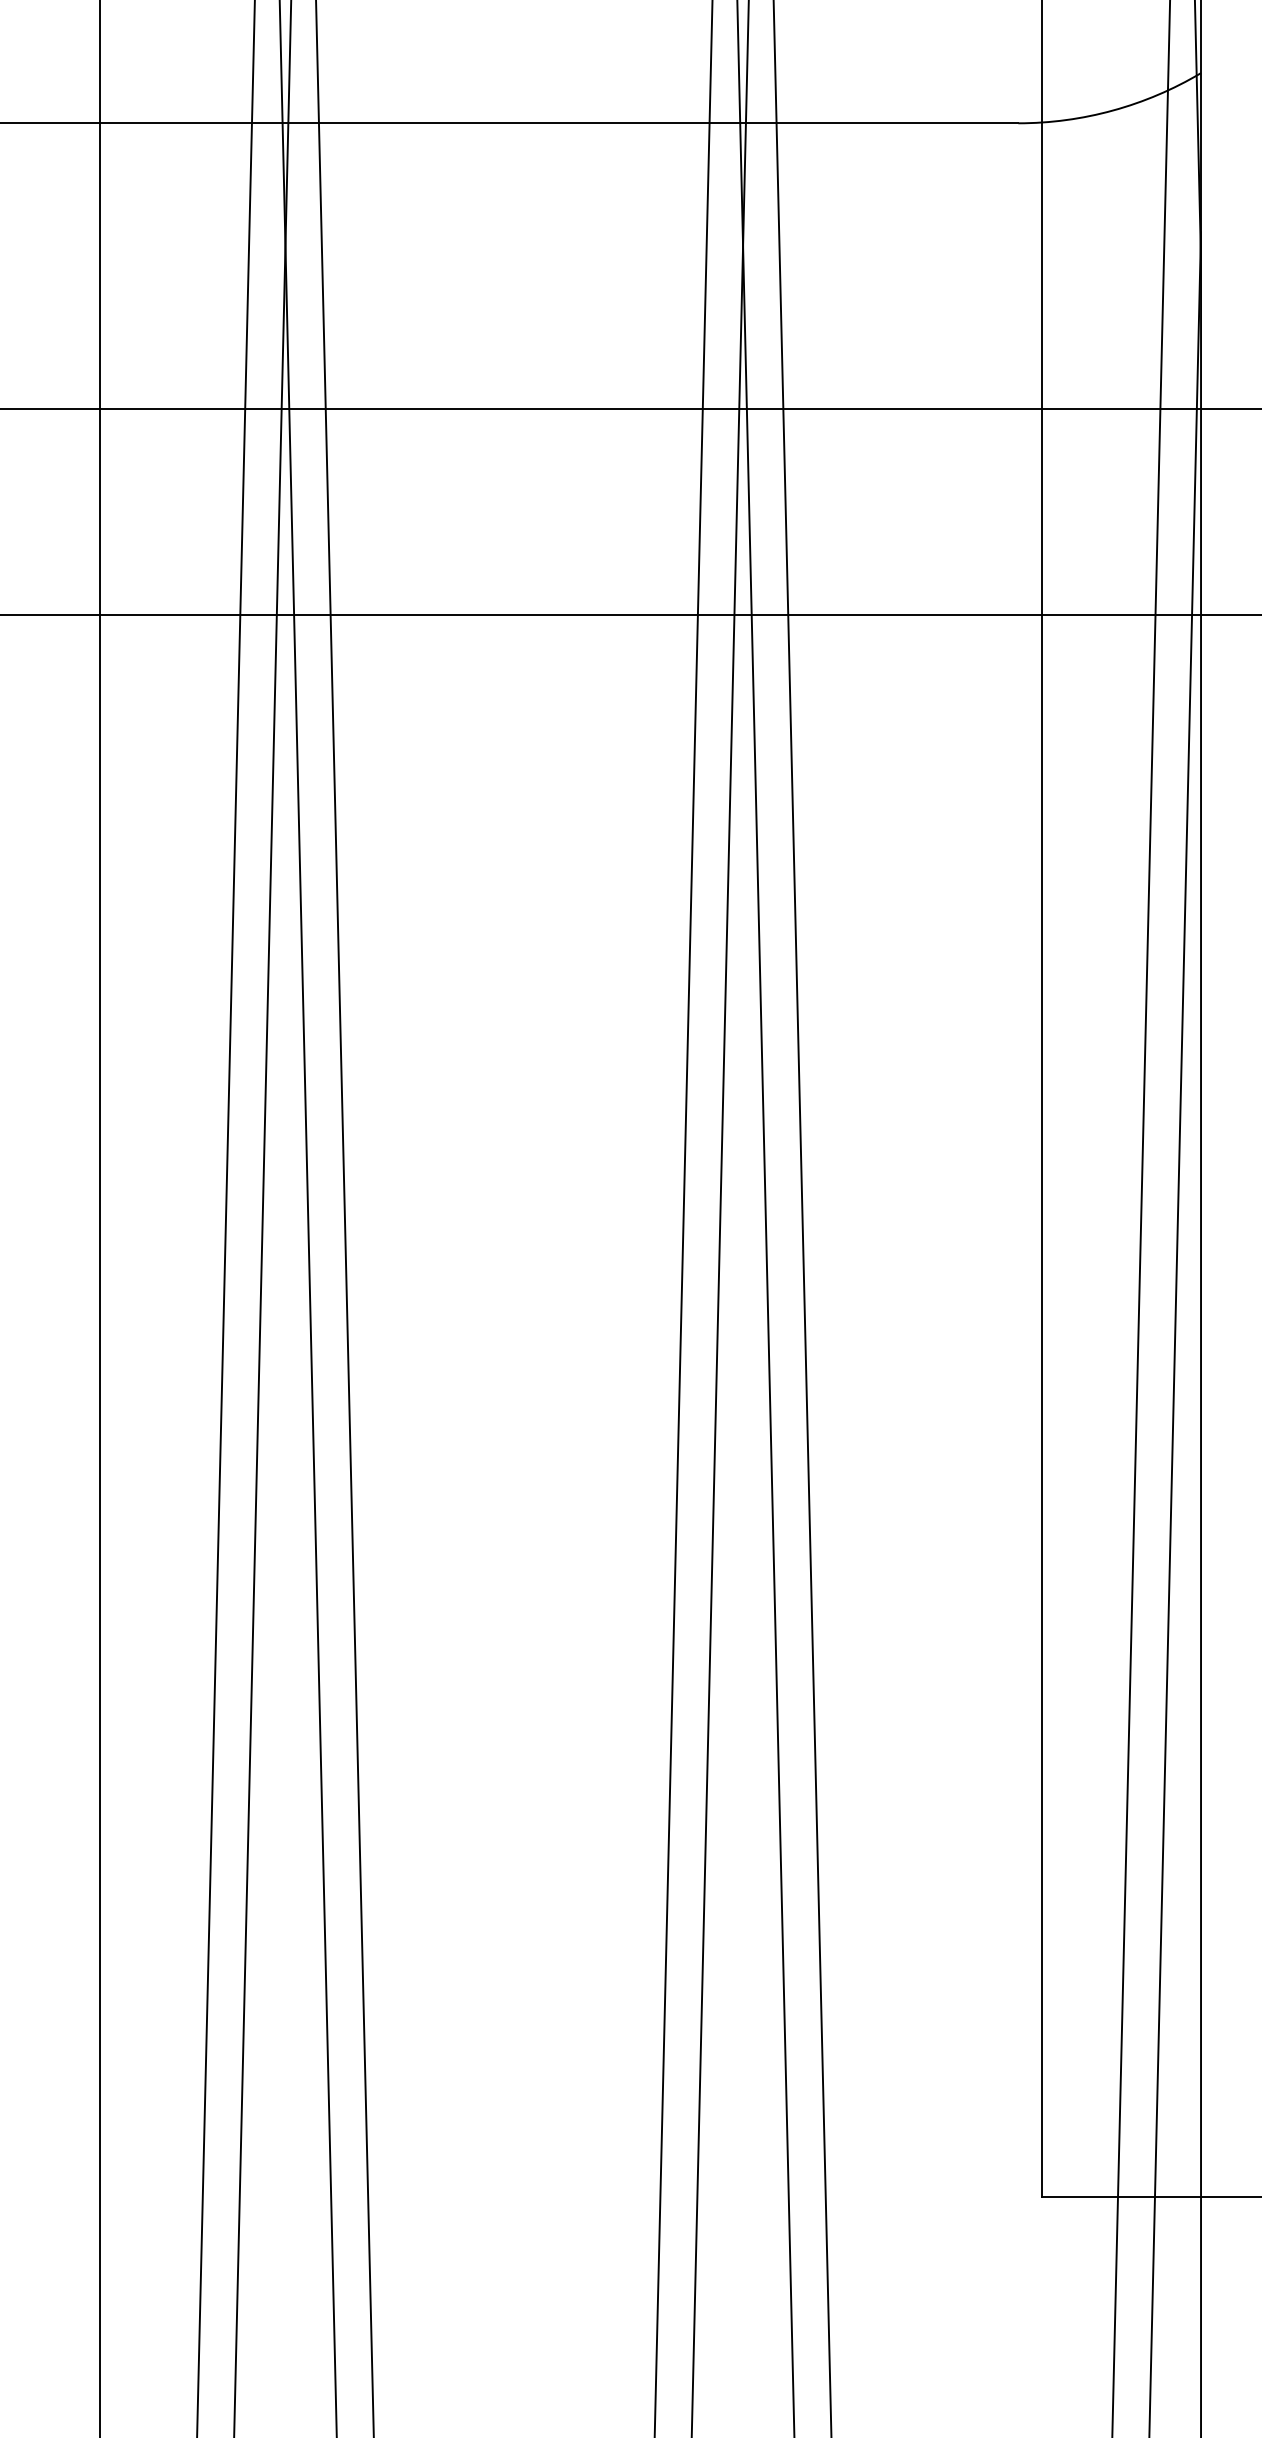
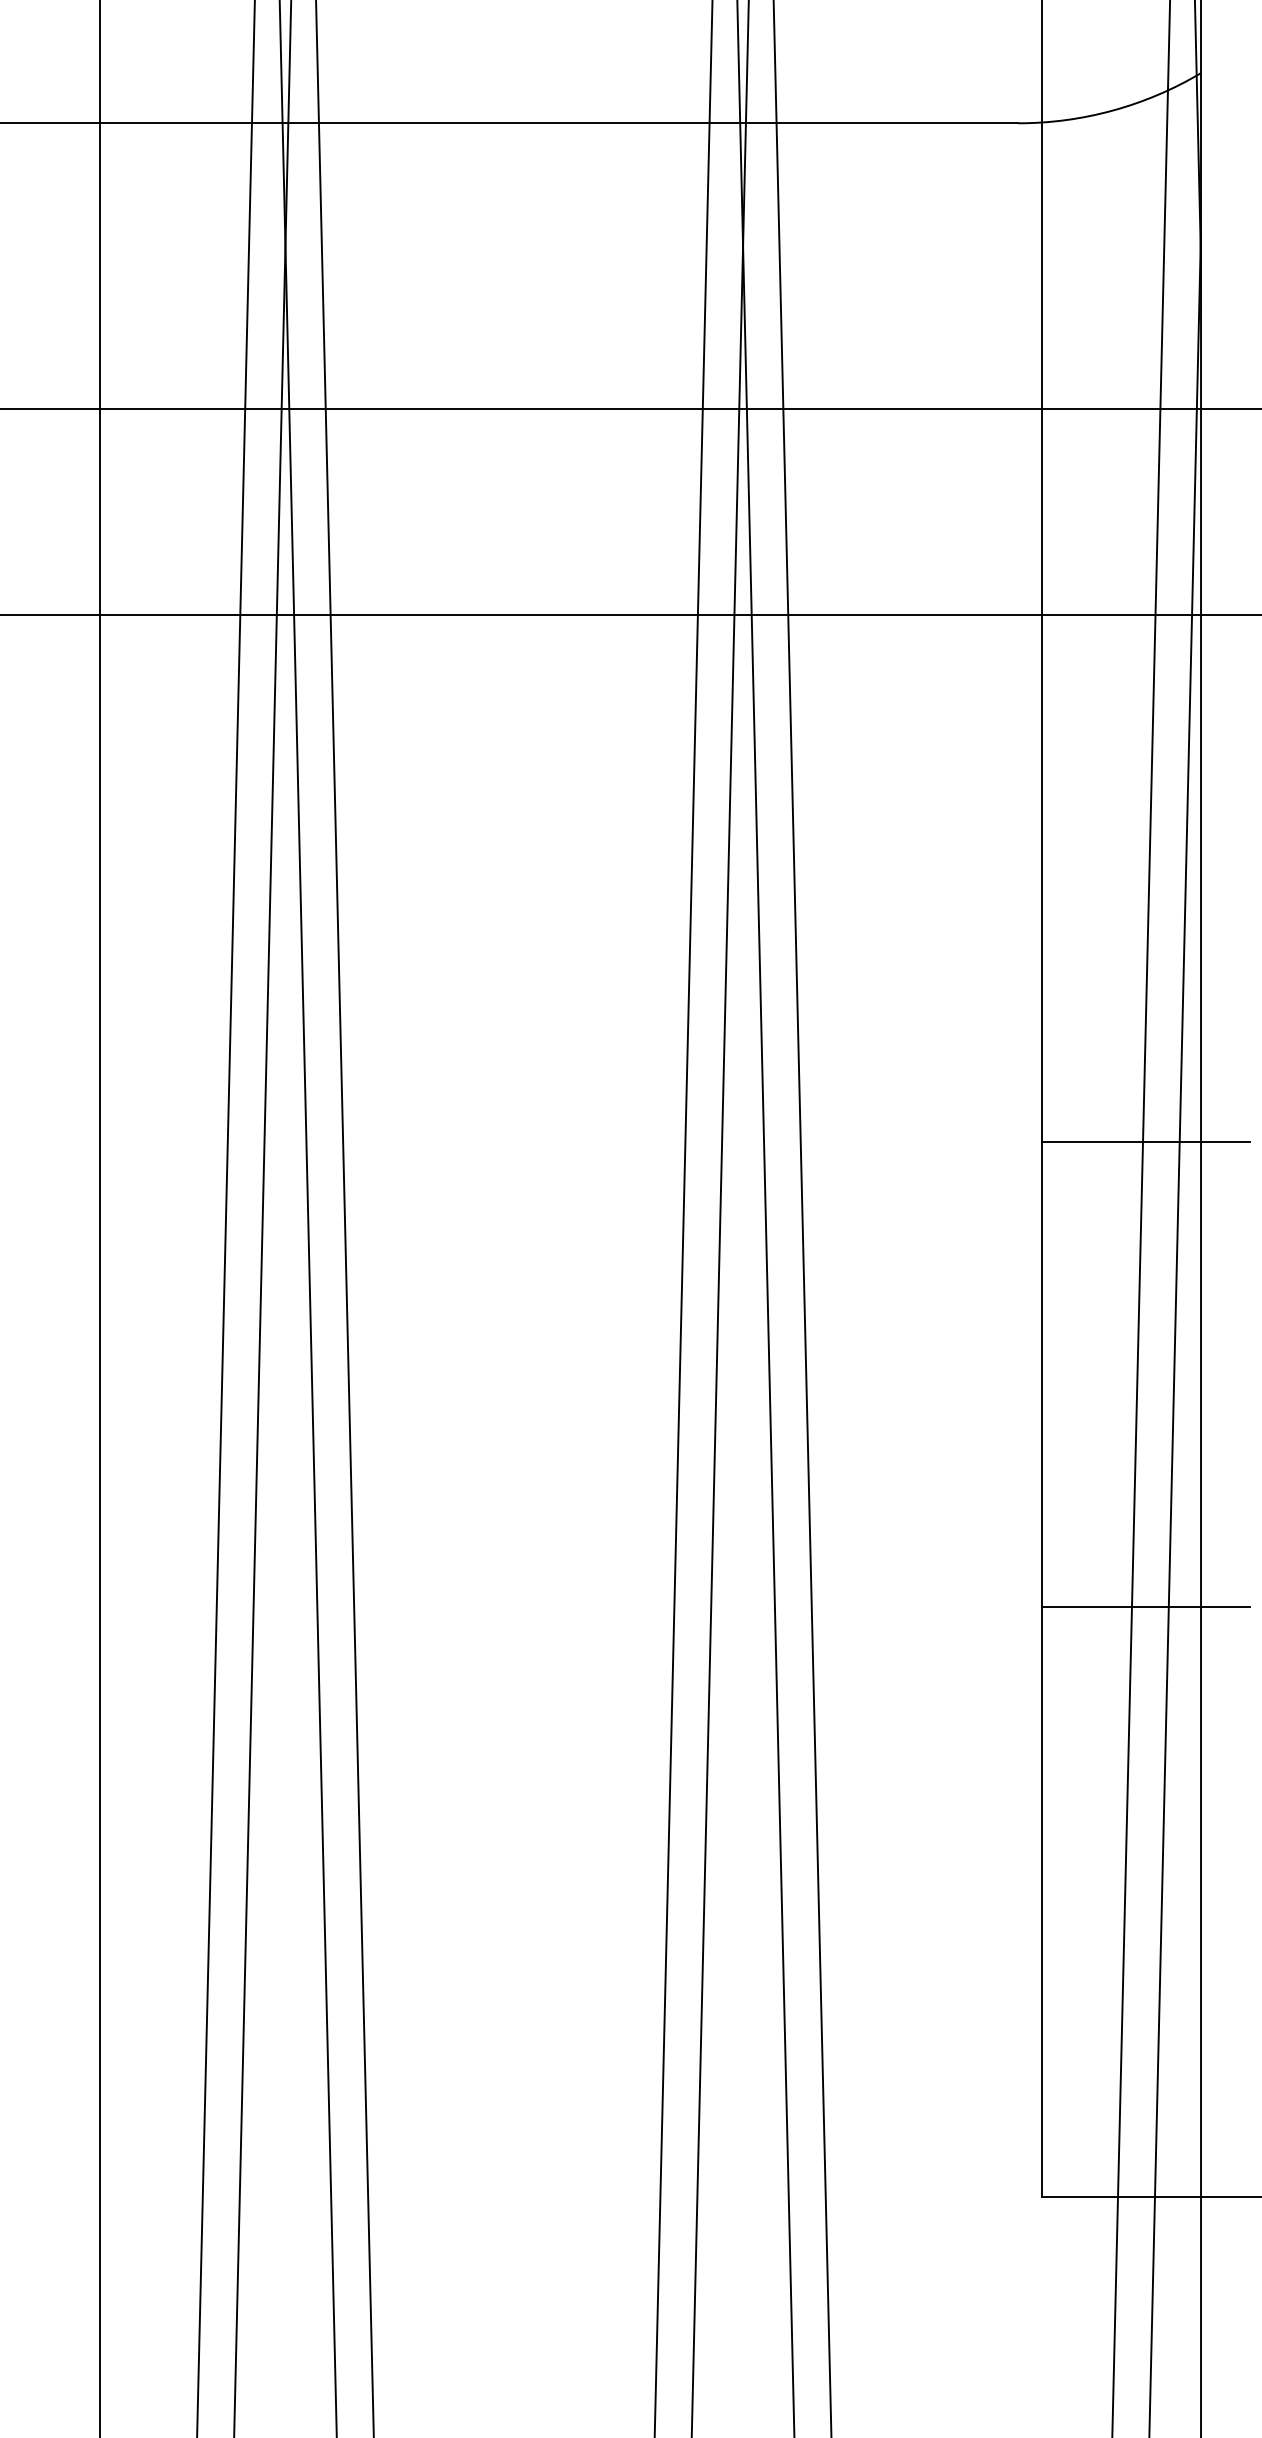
line at (1145, 1141): none -> present
line at (1145, 1606): none -> present
